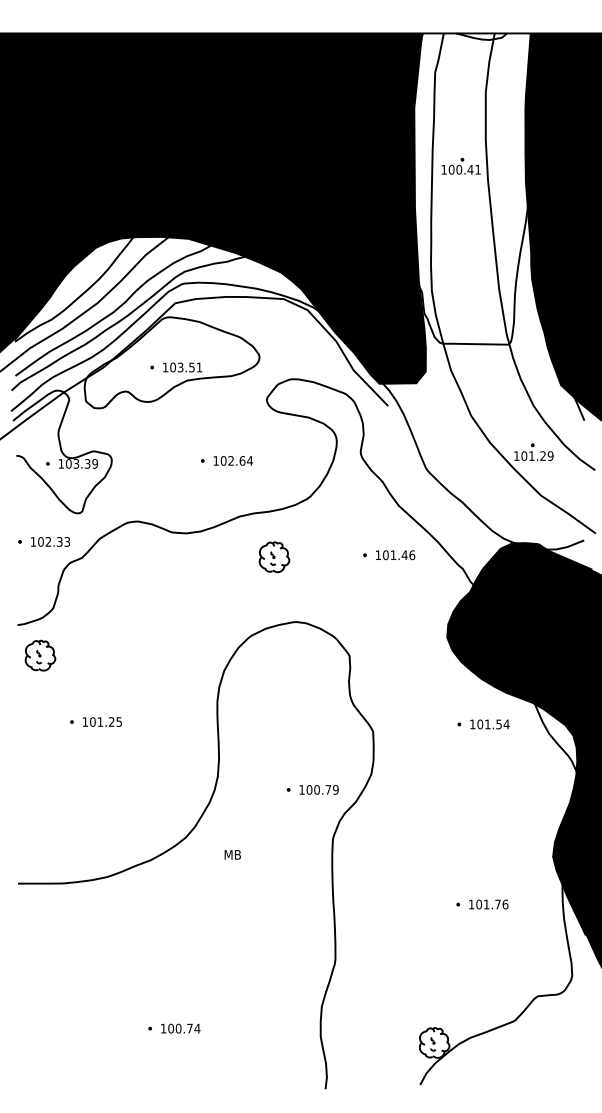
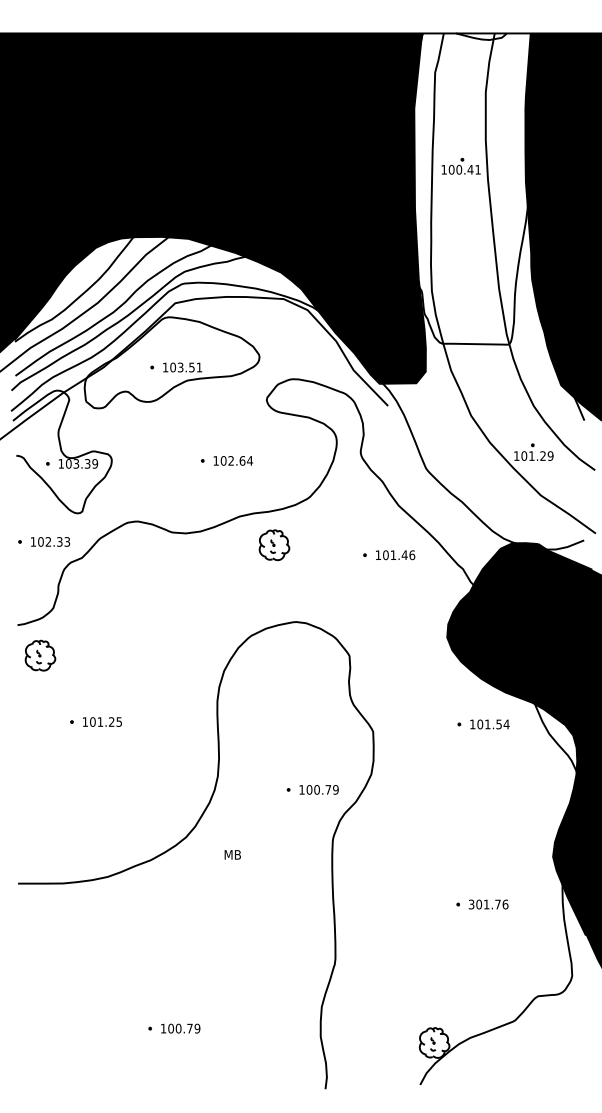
part at (274, 557) position: (274, 557) -> (274, 545)
text at (471, 904): 101.76 -> 301.76
text at (197, 1028): 100.74 -> 100.79
